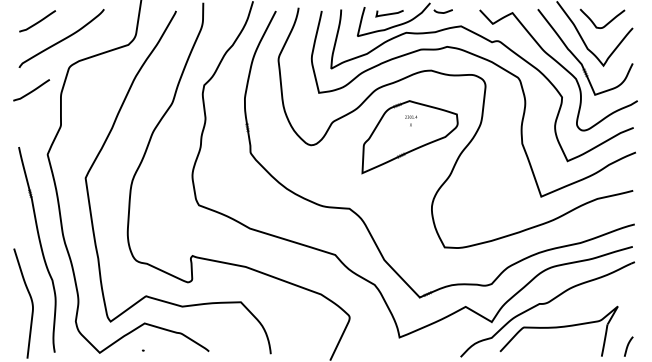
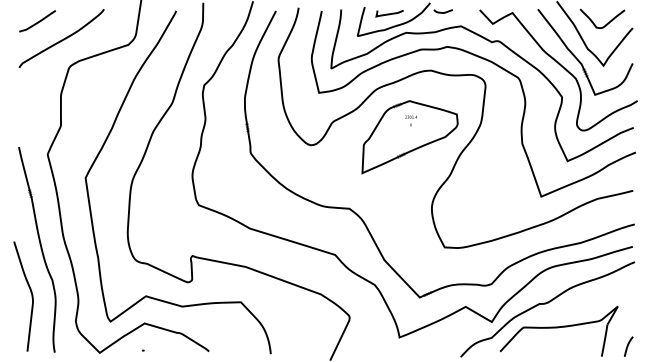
curve at (31, 90): present -> none
curve at (31, 303) position: (31, 303) -> (31, 296)
